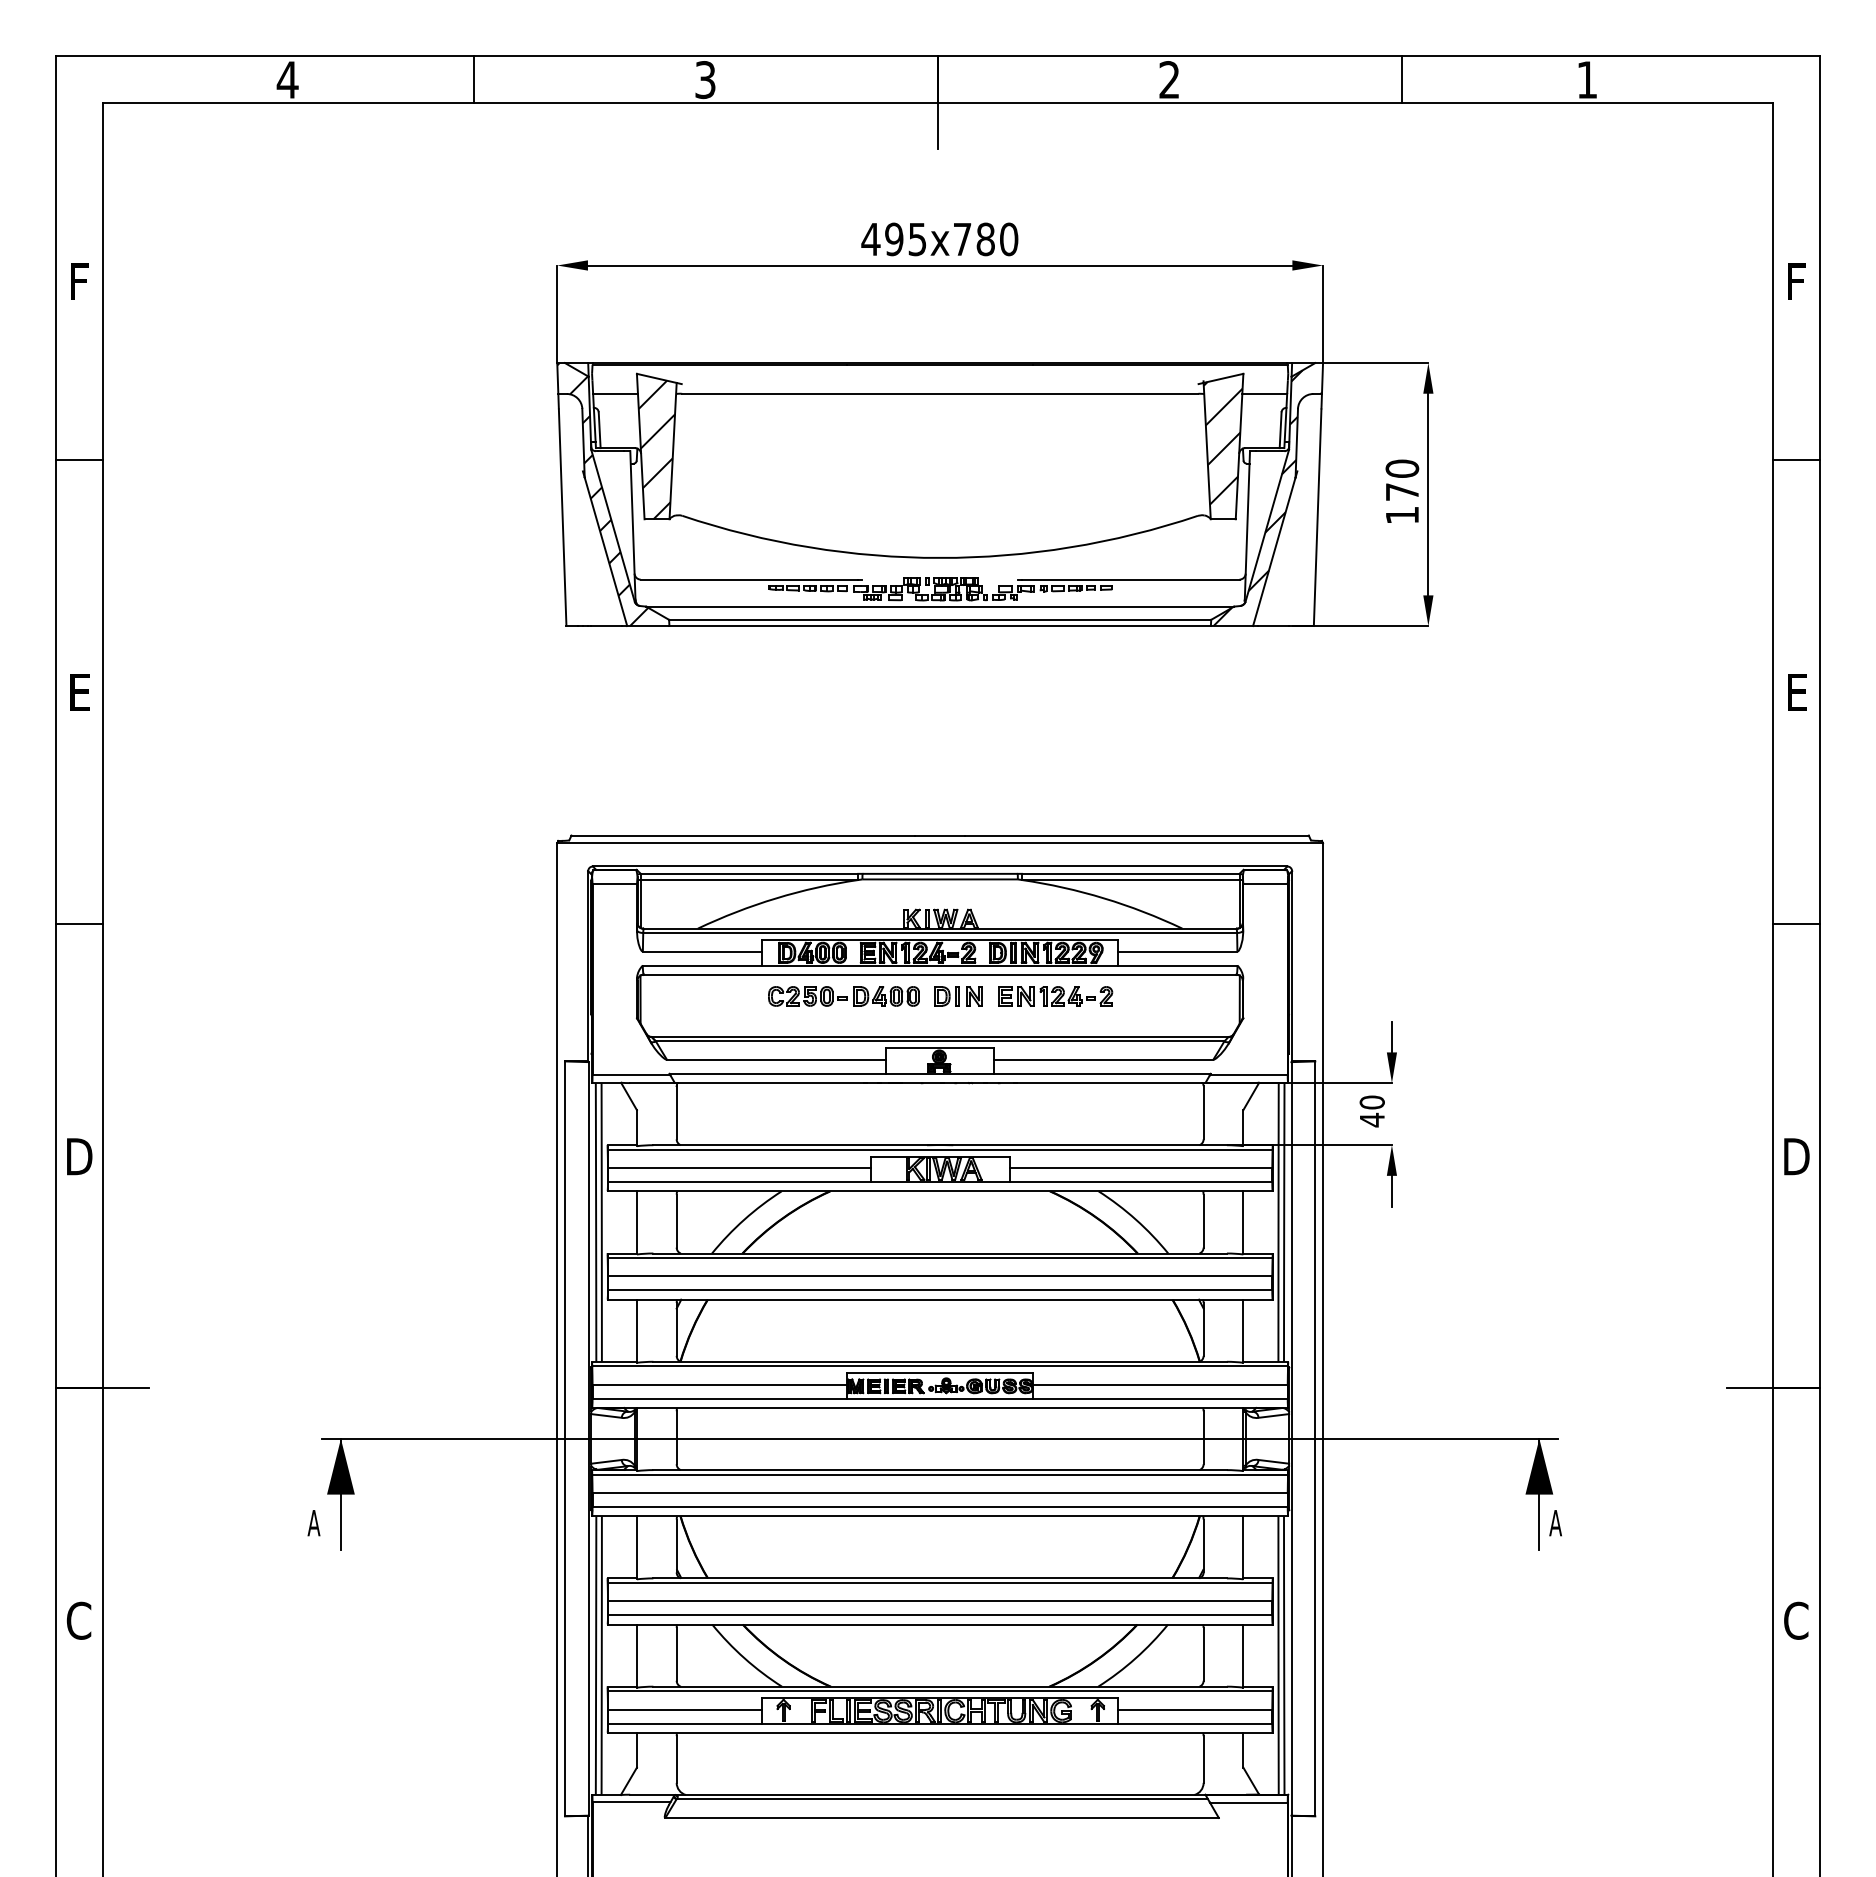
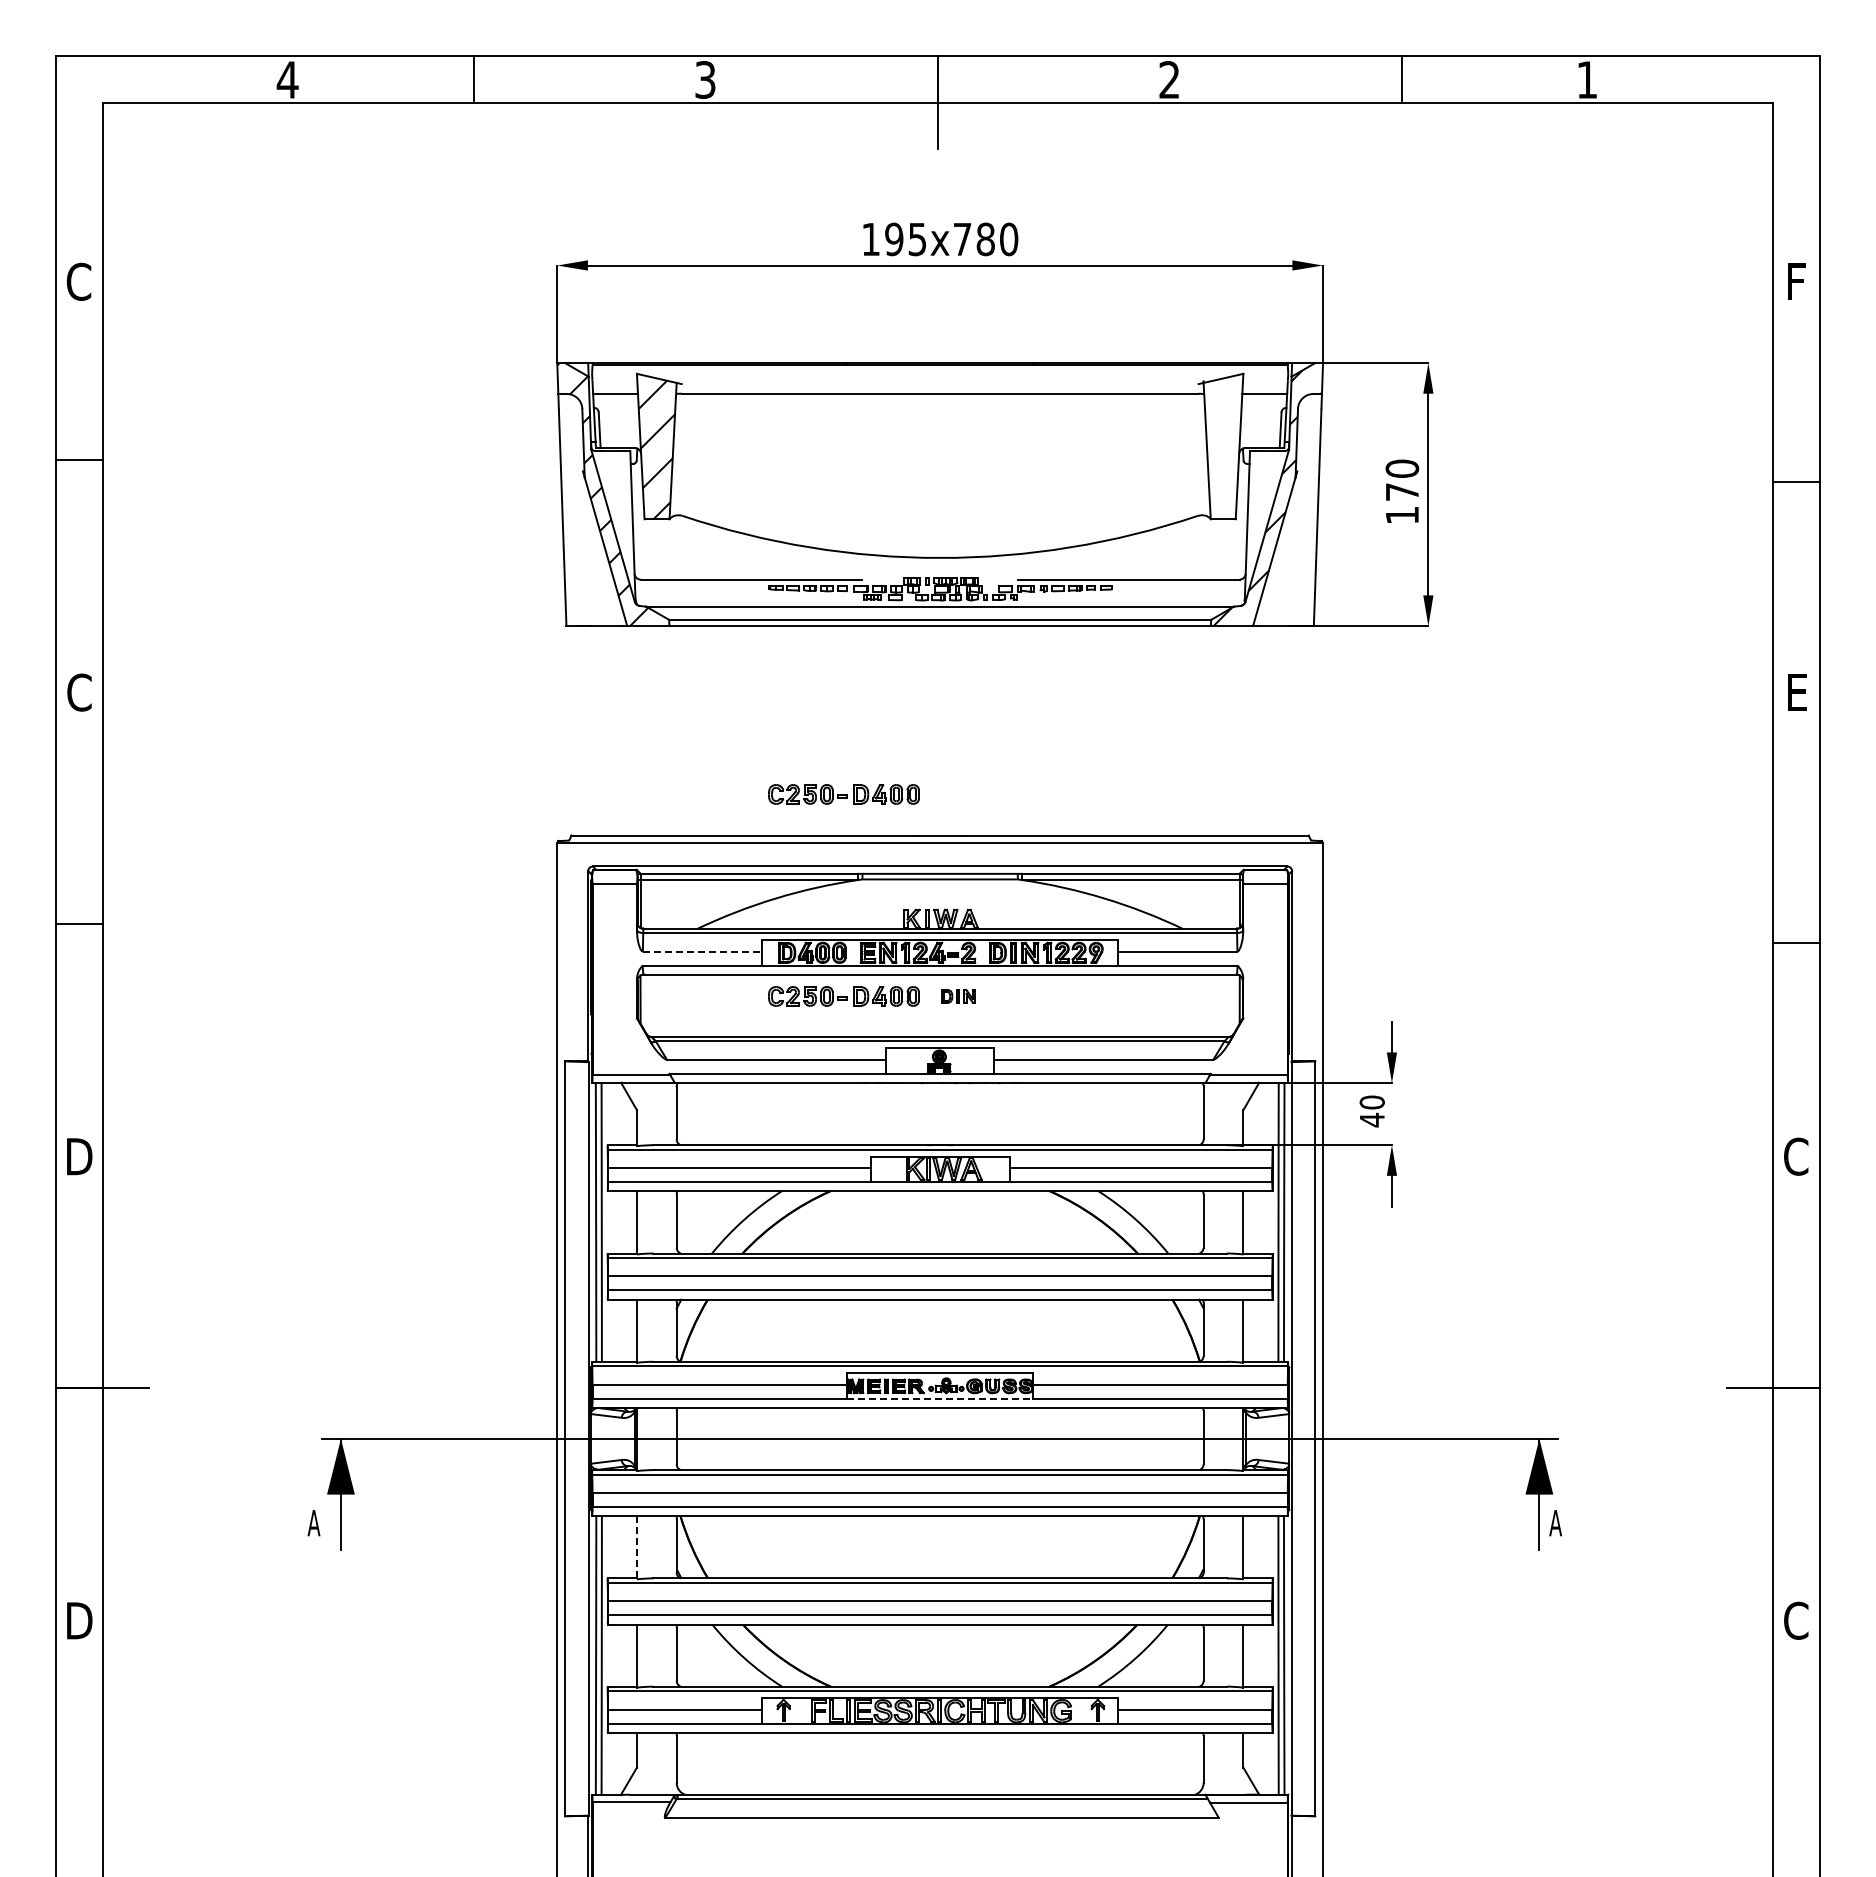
text at (870, 239): 495x780 -> 195x780
text at (78, 281): F -> C
hatch at (1222, 443): present -> none
line at (1796, 460) position: (1796, 460) -> (1796, 482)
text at (79, 692): E -> C
part at (843, 794): none -> present
line at (1796, 924) position: (1796, 924) -> (1796, 943)
line at (702, 951): solid -> dashed
part at (958, 996) size: 49x21 px -> 35x16 px
part at (1055, 996): present -> none
text at (1796, 1156): D -> C
line at (940, 1398): solid -> dashed
line at (636, 1547): solid -> dashed
text at (79, 1620): C -> D
